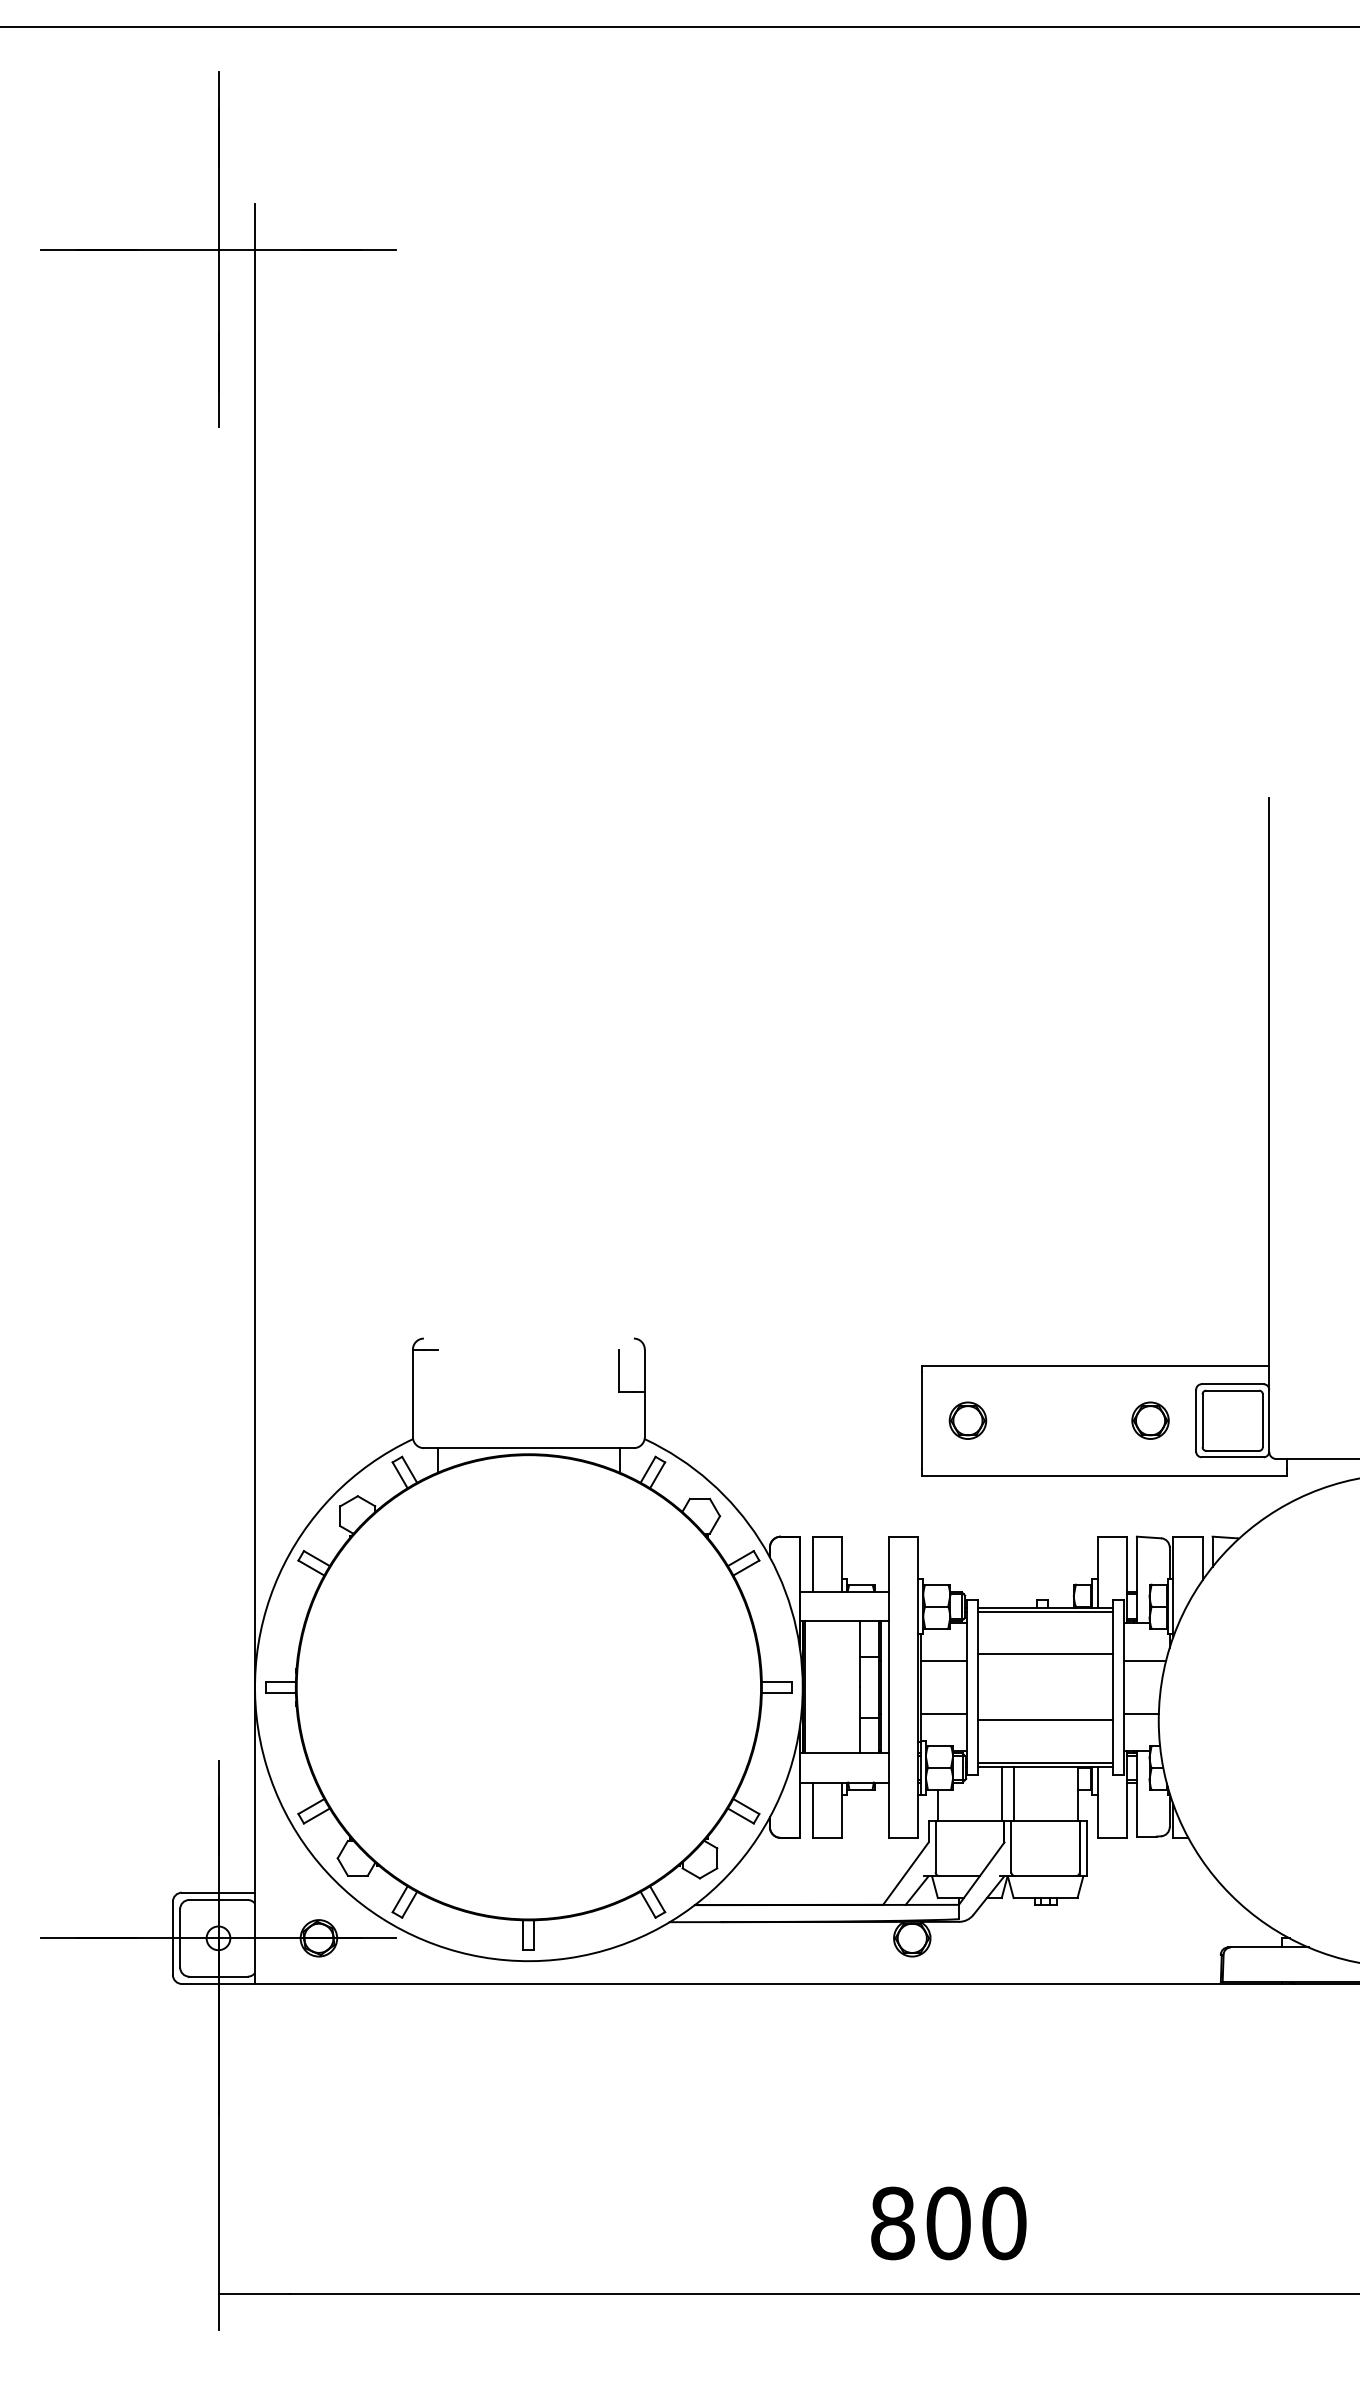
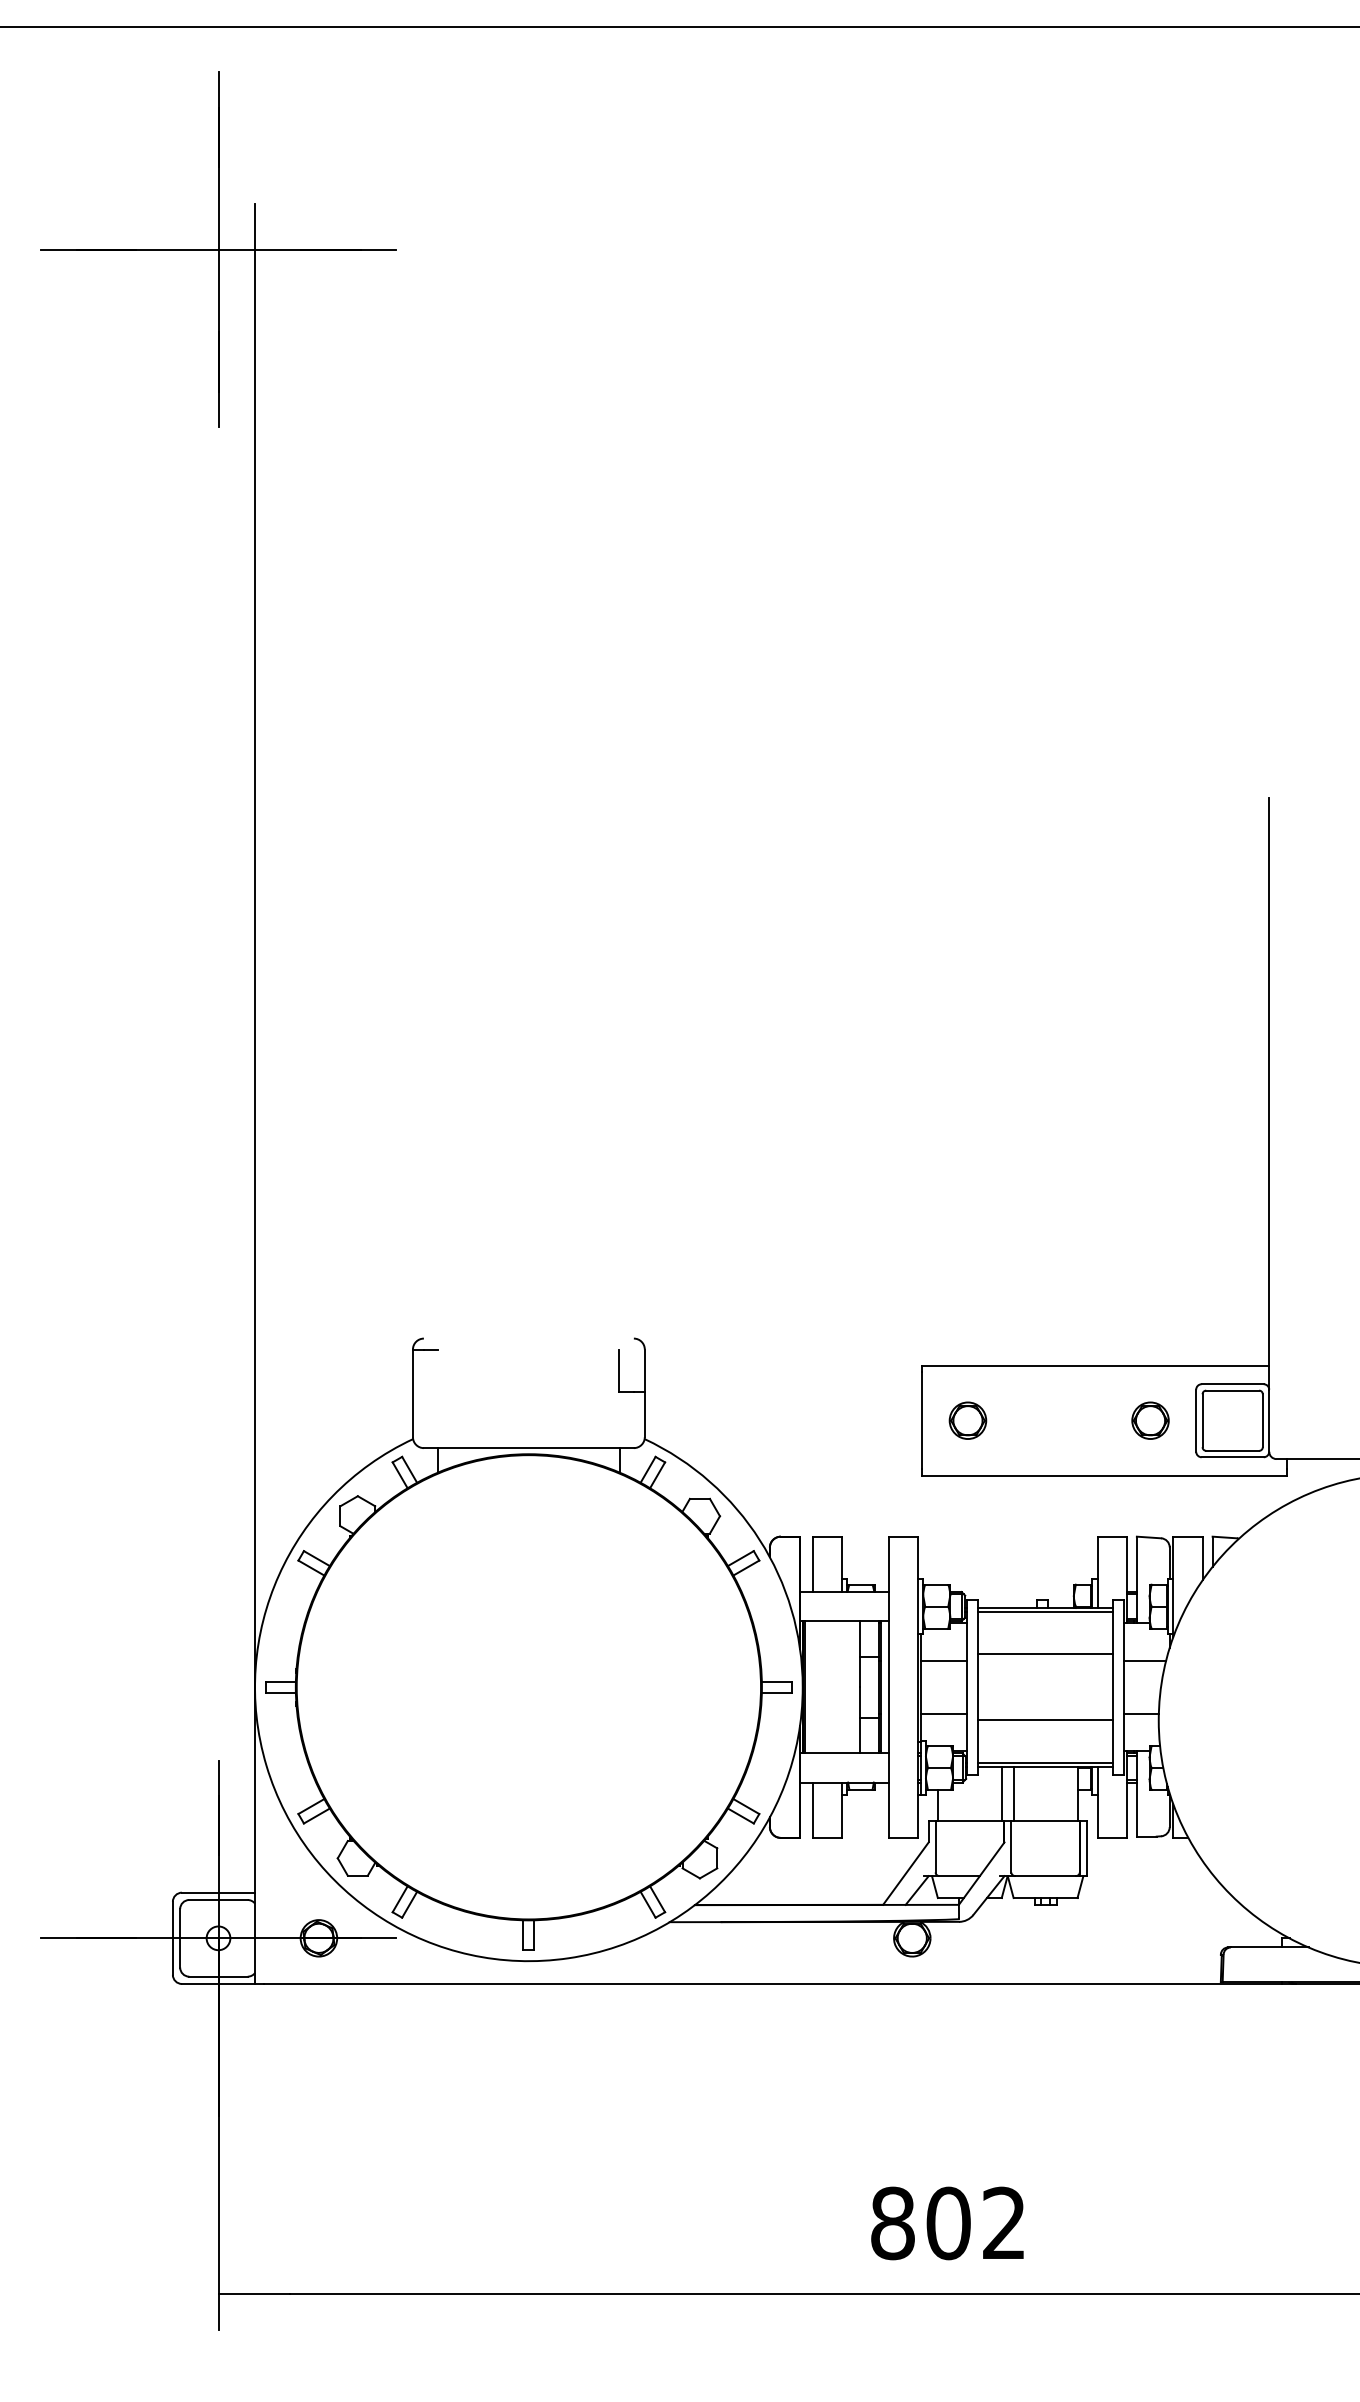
text at (1004, 2223): 800 -> 802
